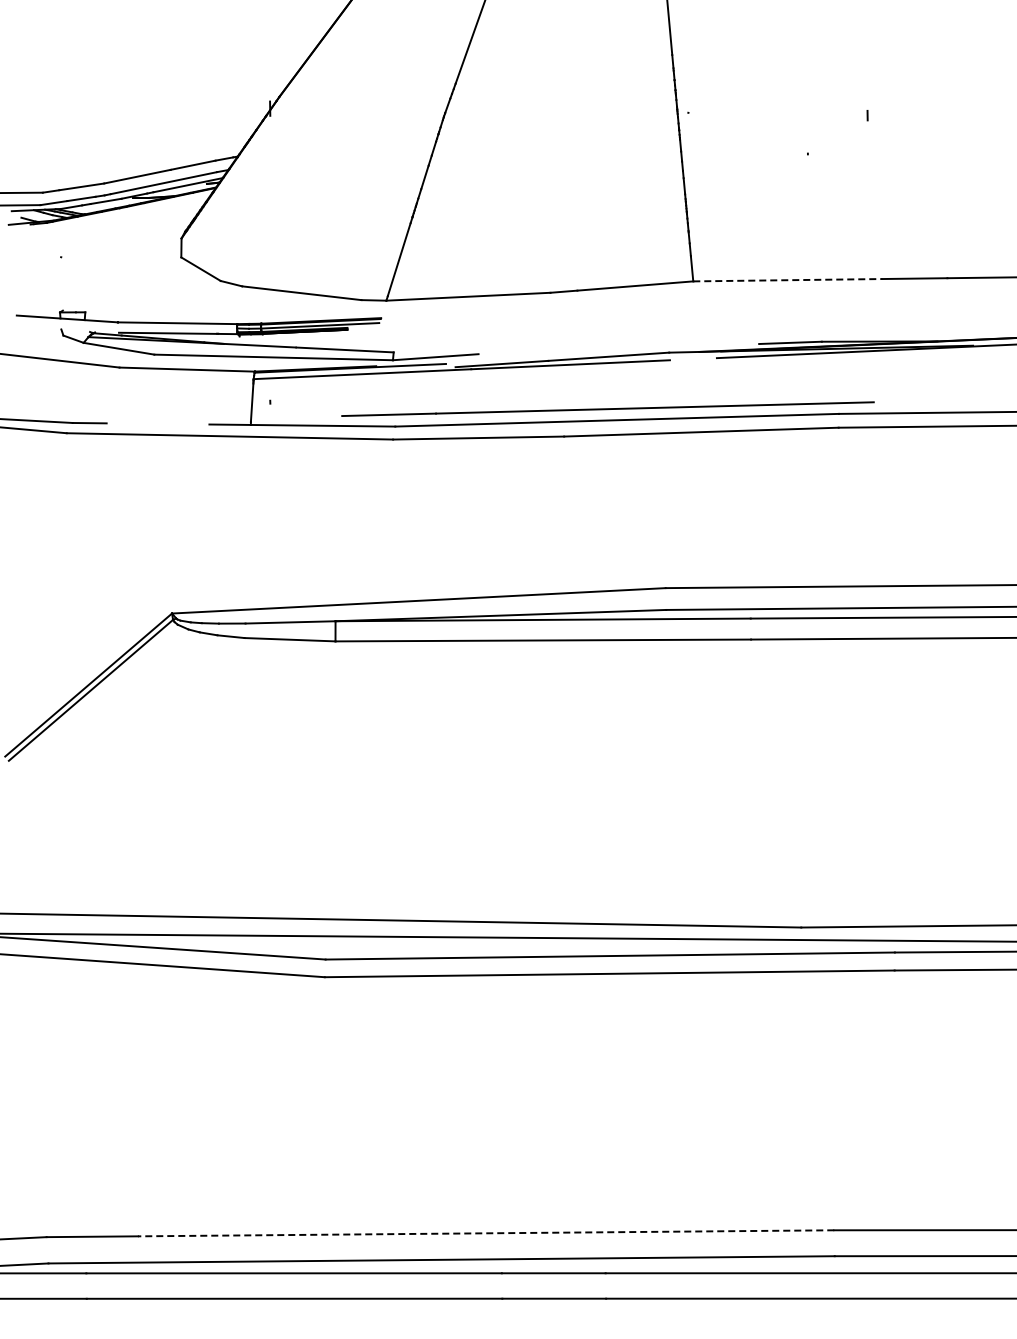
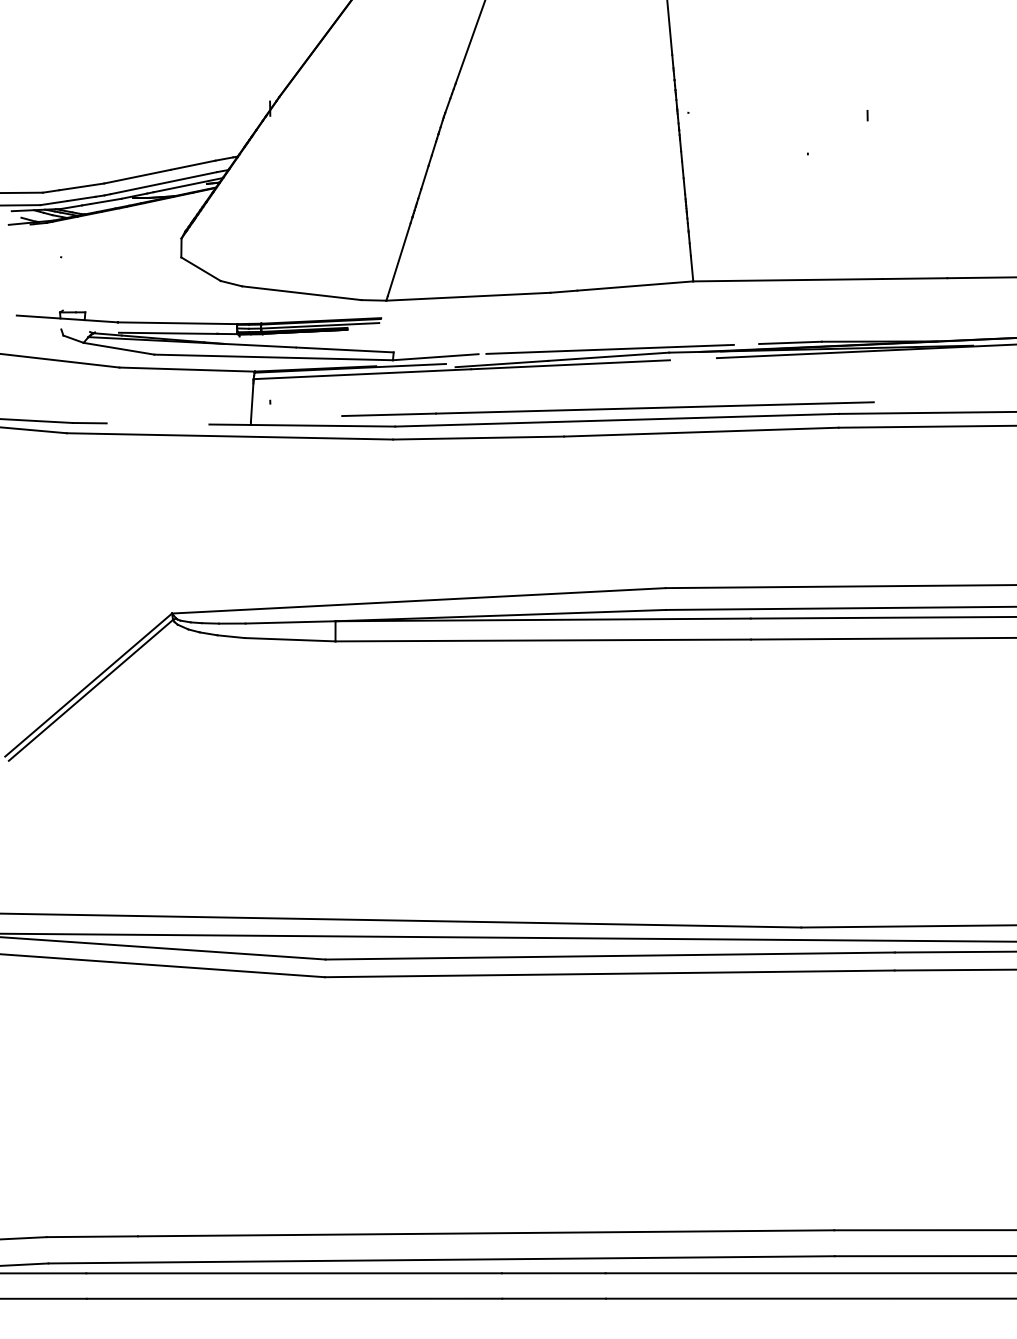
line at (787, 280): dashed -> solid
line at (609, 348): none -> present
line at (485, 1233): dashed -> solid
